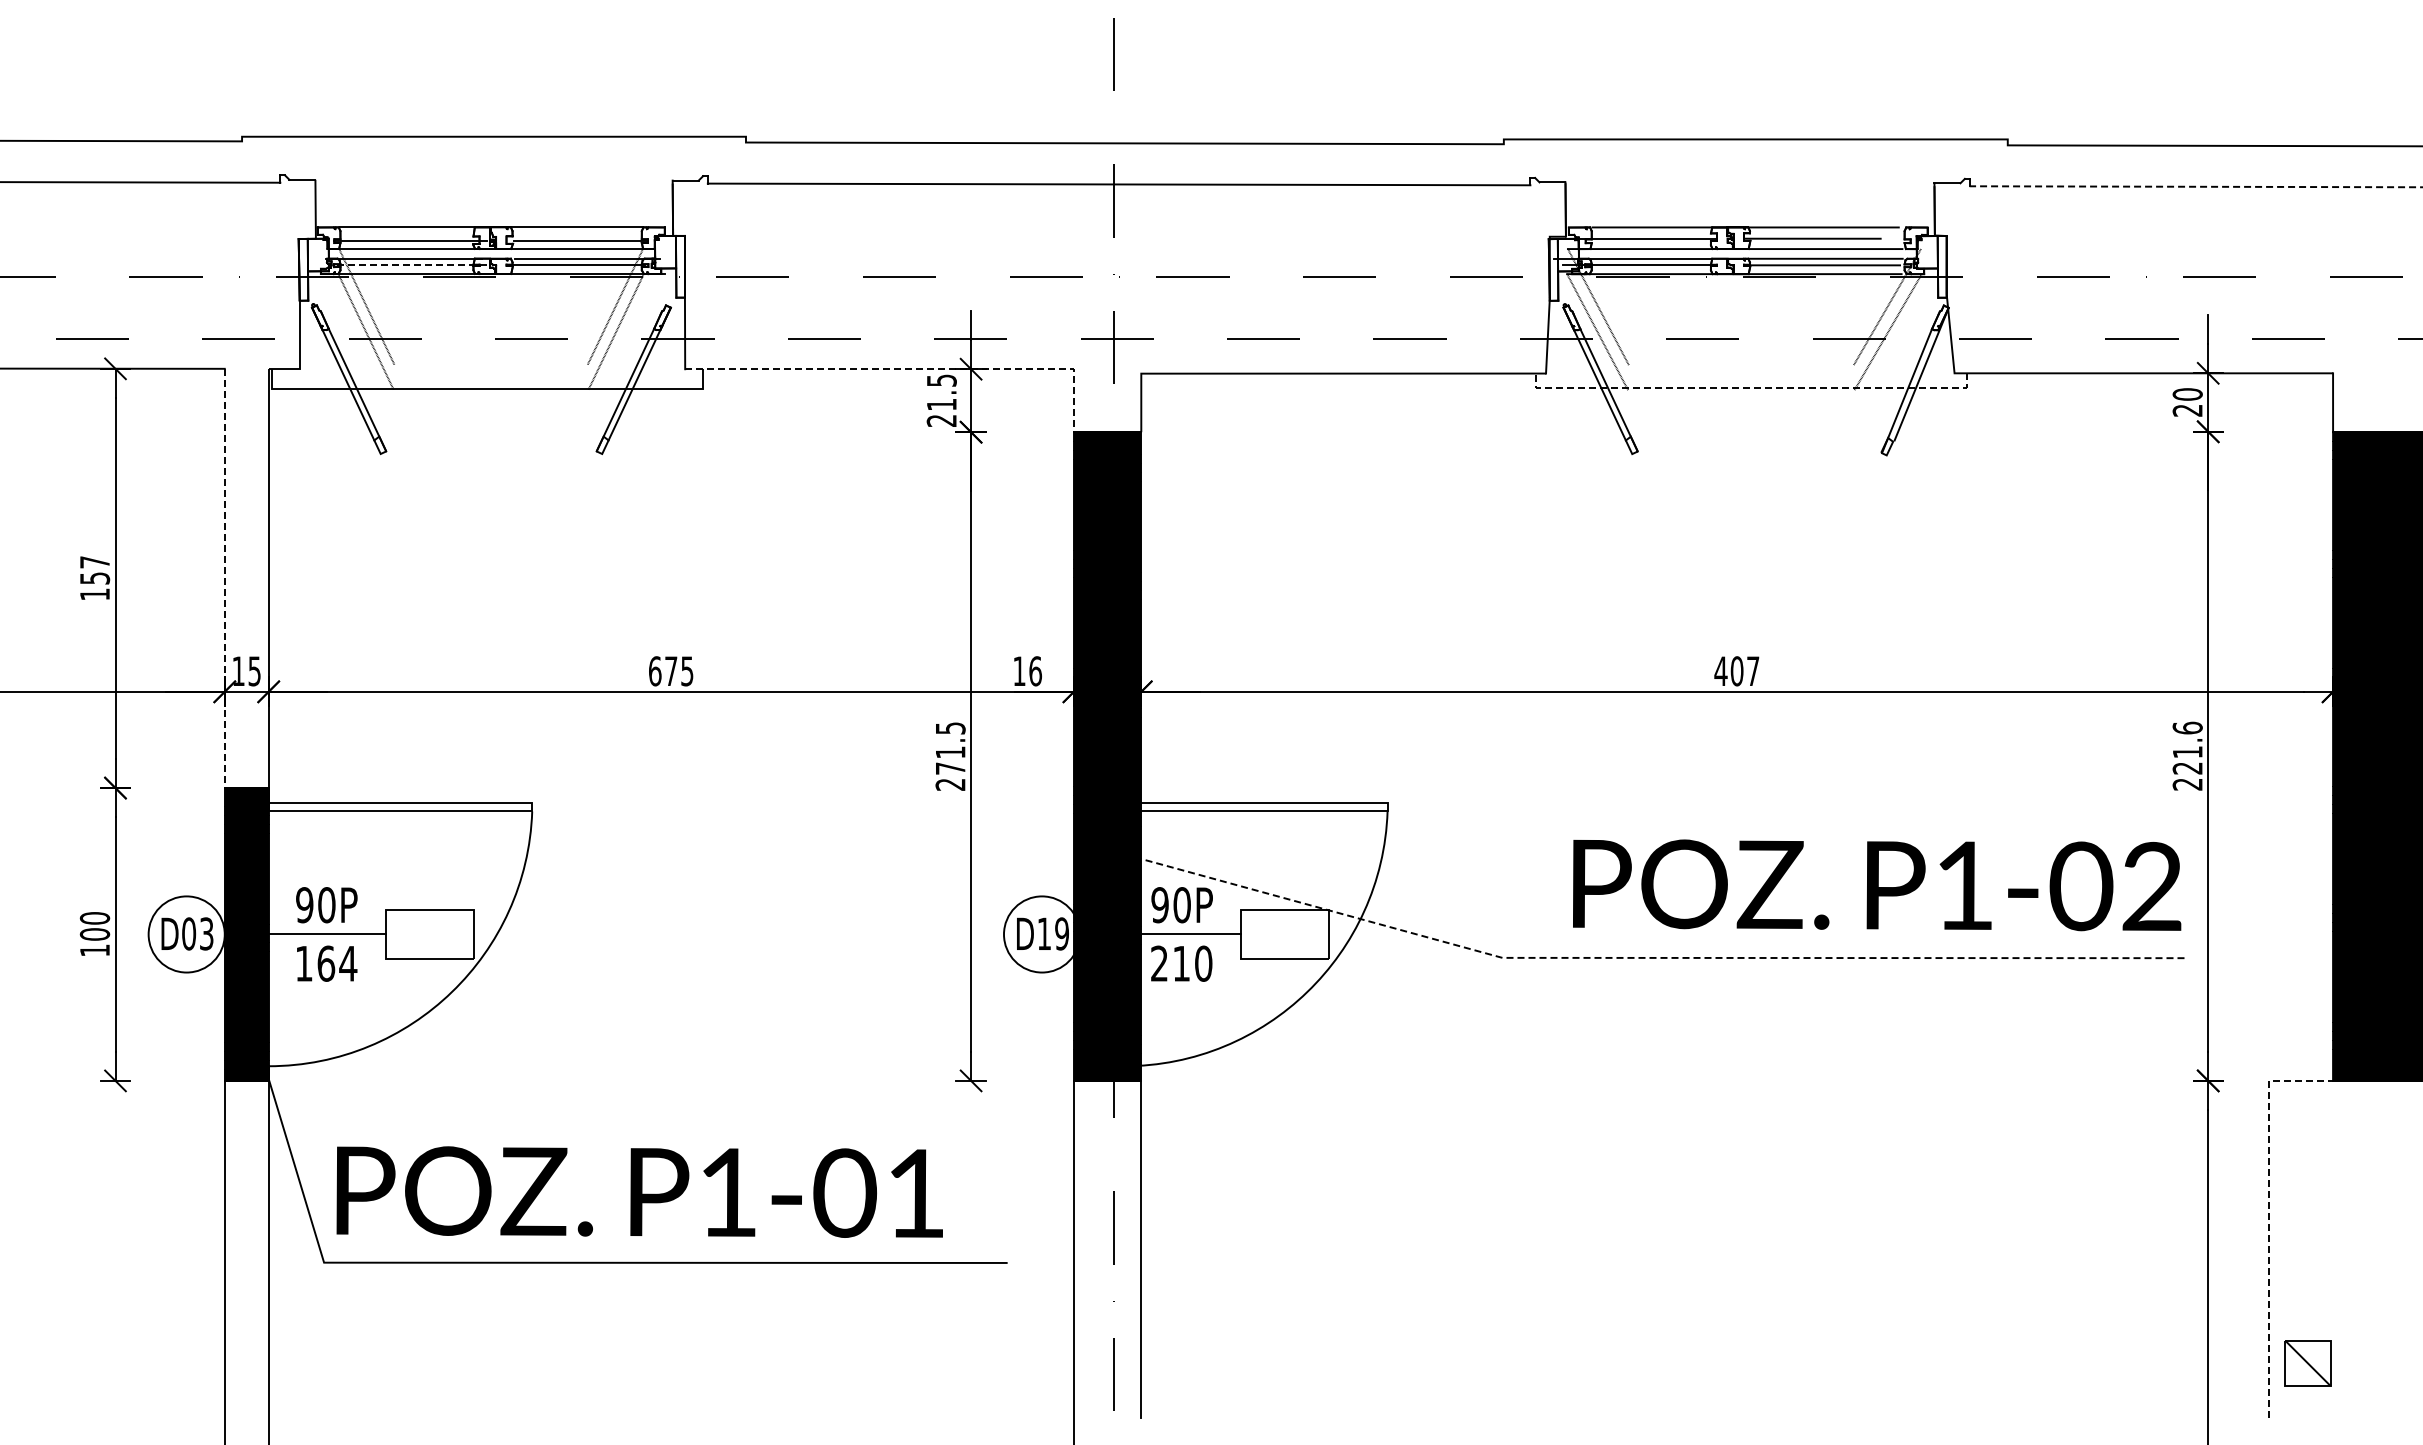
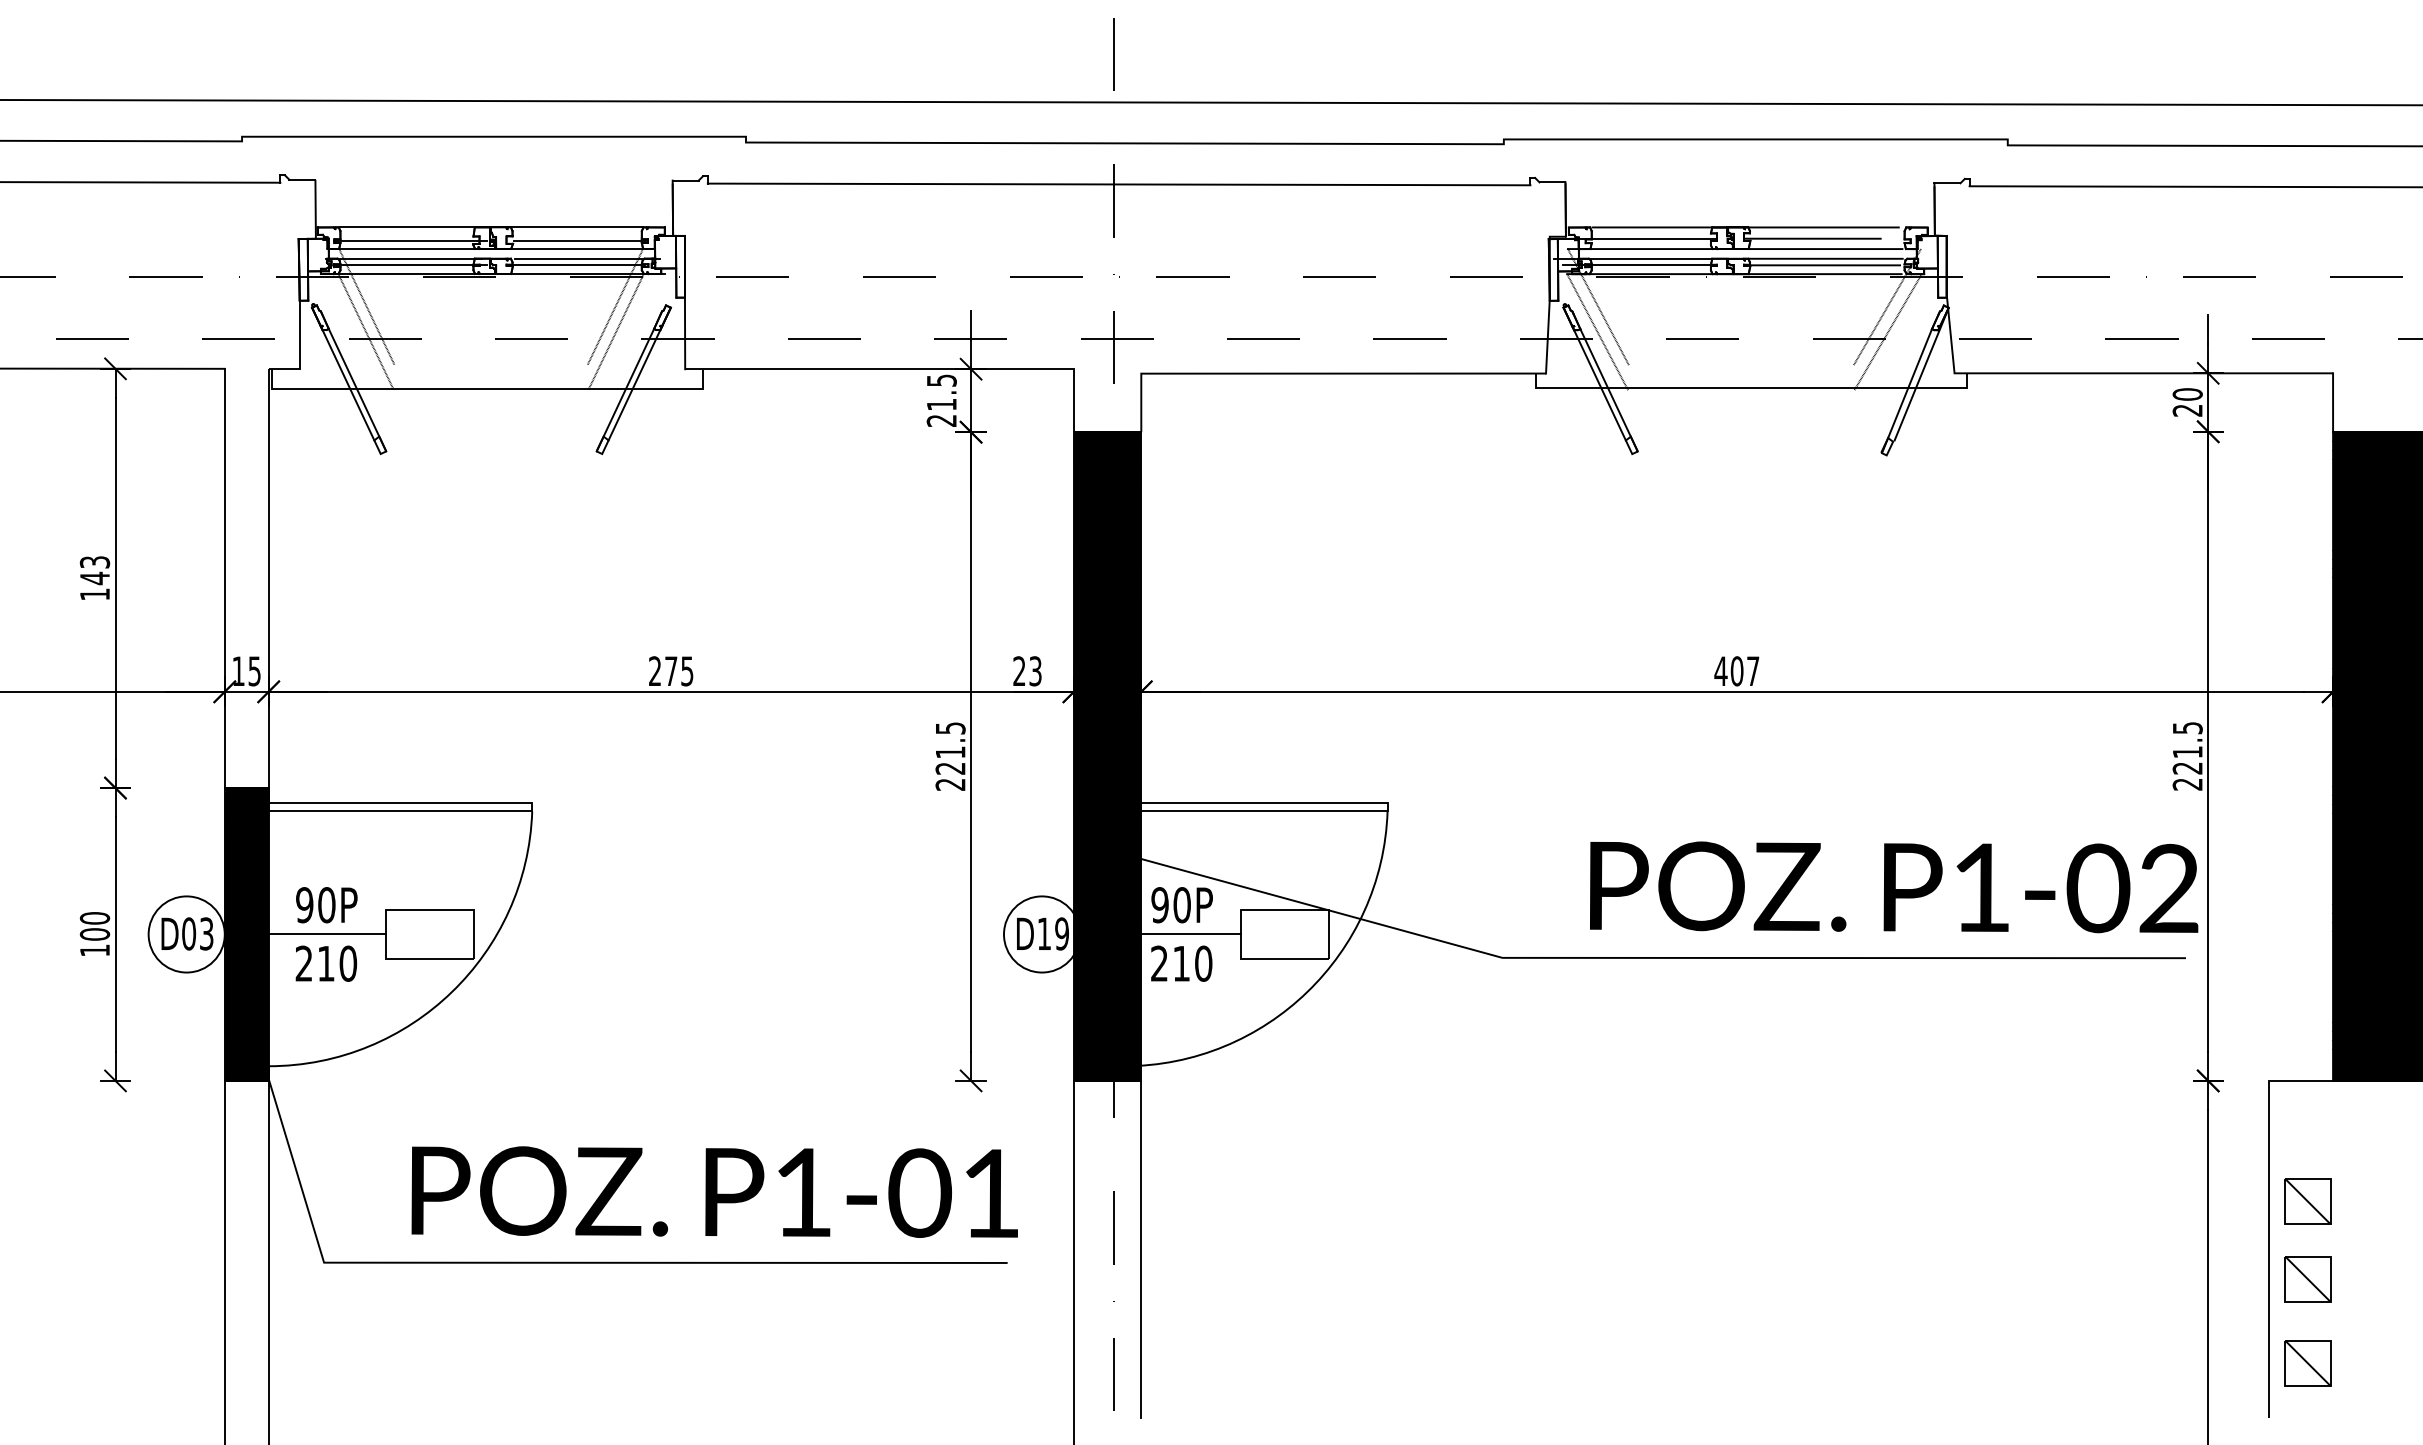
line at (1210, 102): none -> present
line at (2195, 186): dashed -> solid
line at (410, 265): dashed -> solid
line at (912, 369): dashed -> solid
line at (1751, 387): dashed -> solid
text at (94, 570): 157 -> 143
line at (224, 578): dashed -> solid
text at (655, 671): 675 -> 275
text at (1027, 671): 16 -> 23
text at (2187, 727): 221.6 -> 221.5
text at (950, 768): 271.5 -> 221.5
text at (1877, 885) position: (1877, 885) -> (1894, 887)
line at (1642, 957): dashed -> solid
text at (326, 963): 164 -> 210
text at (639, 1191) position: (639, 1191) -> (714, 1191)
part at (2307, 1201): none -> present
line at (2268, 1215): dashed -> solid
part at (2307, 1279): none -> present
